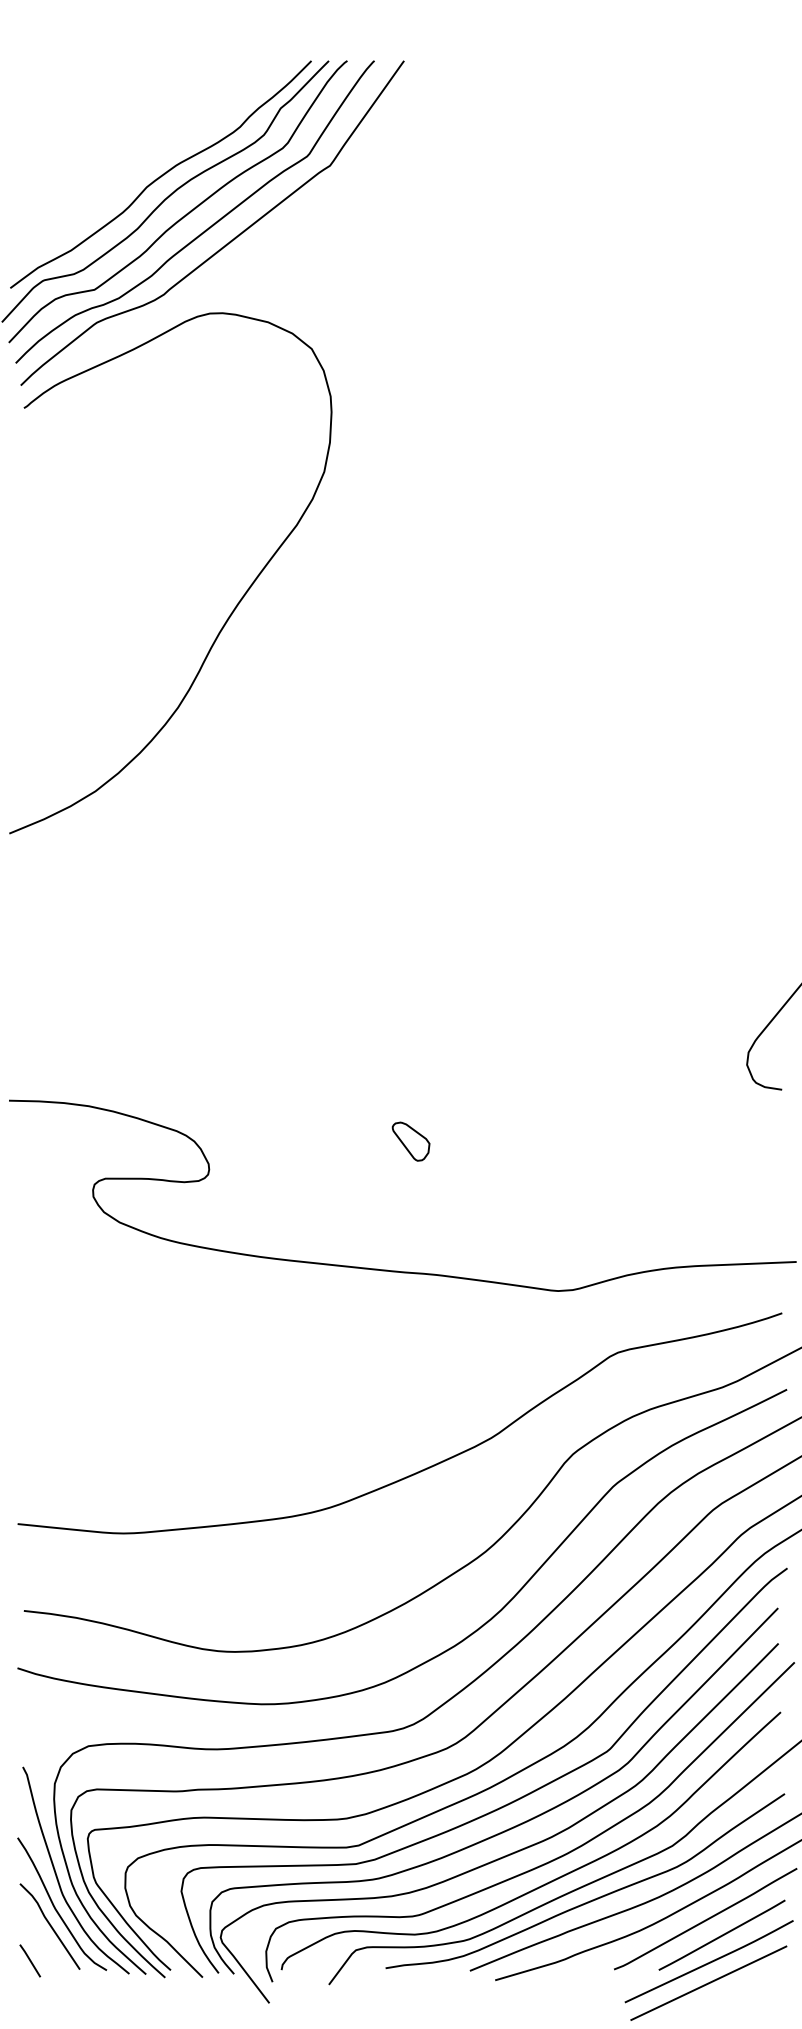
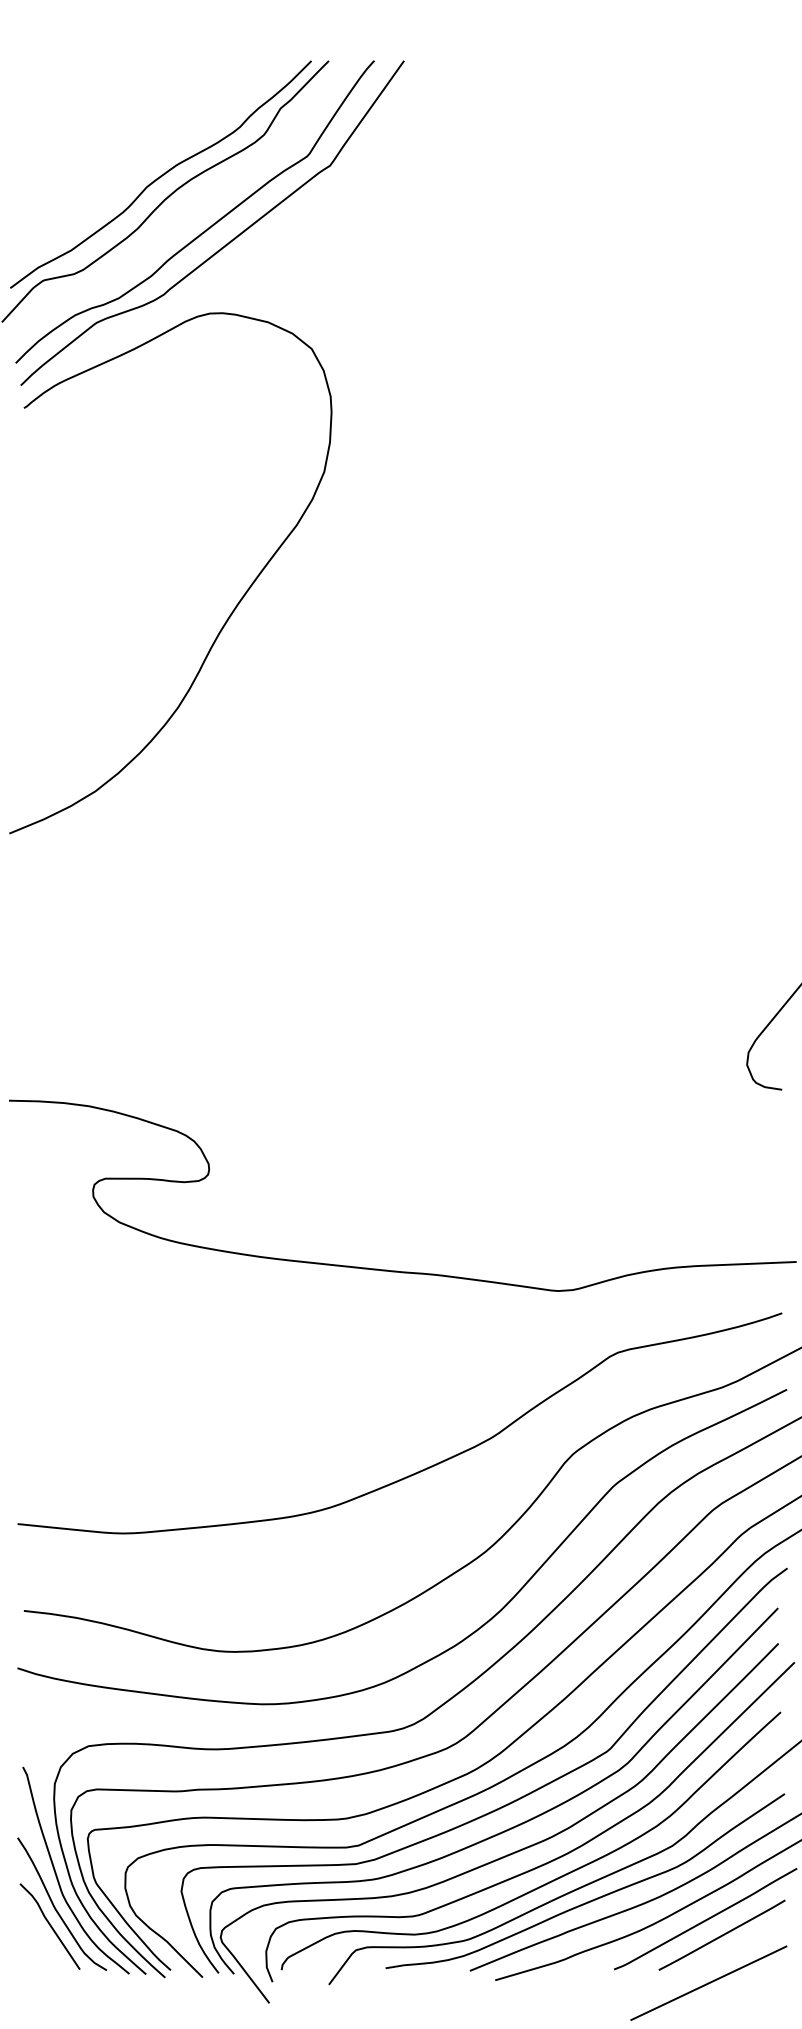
curve at (186, 213): present -> none
part at (410, 1141): present -> none
line at (30, 1960): present -> none
curve at (709, 1961): present -> none
